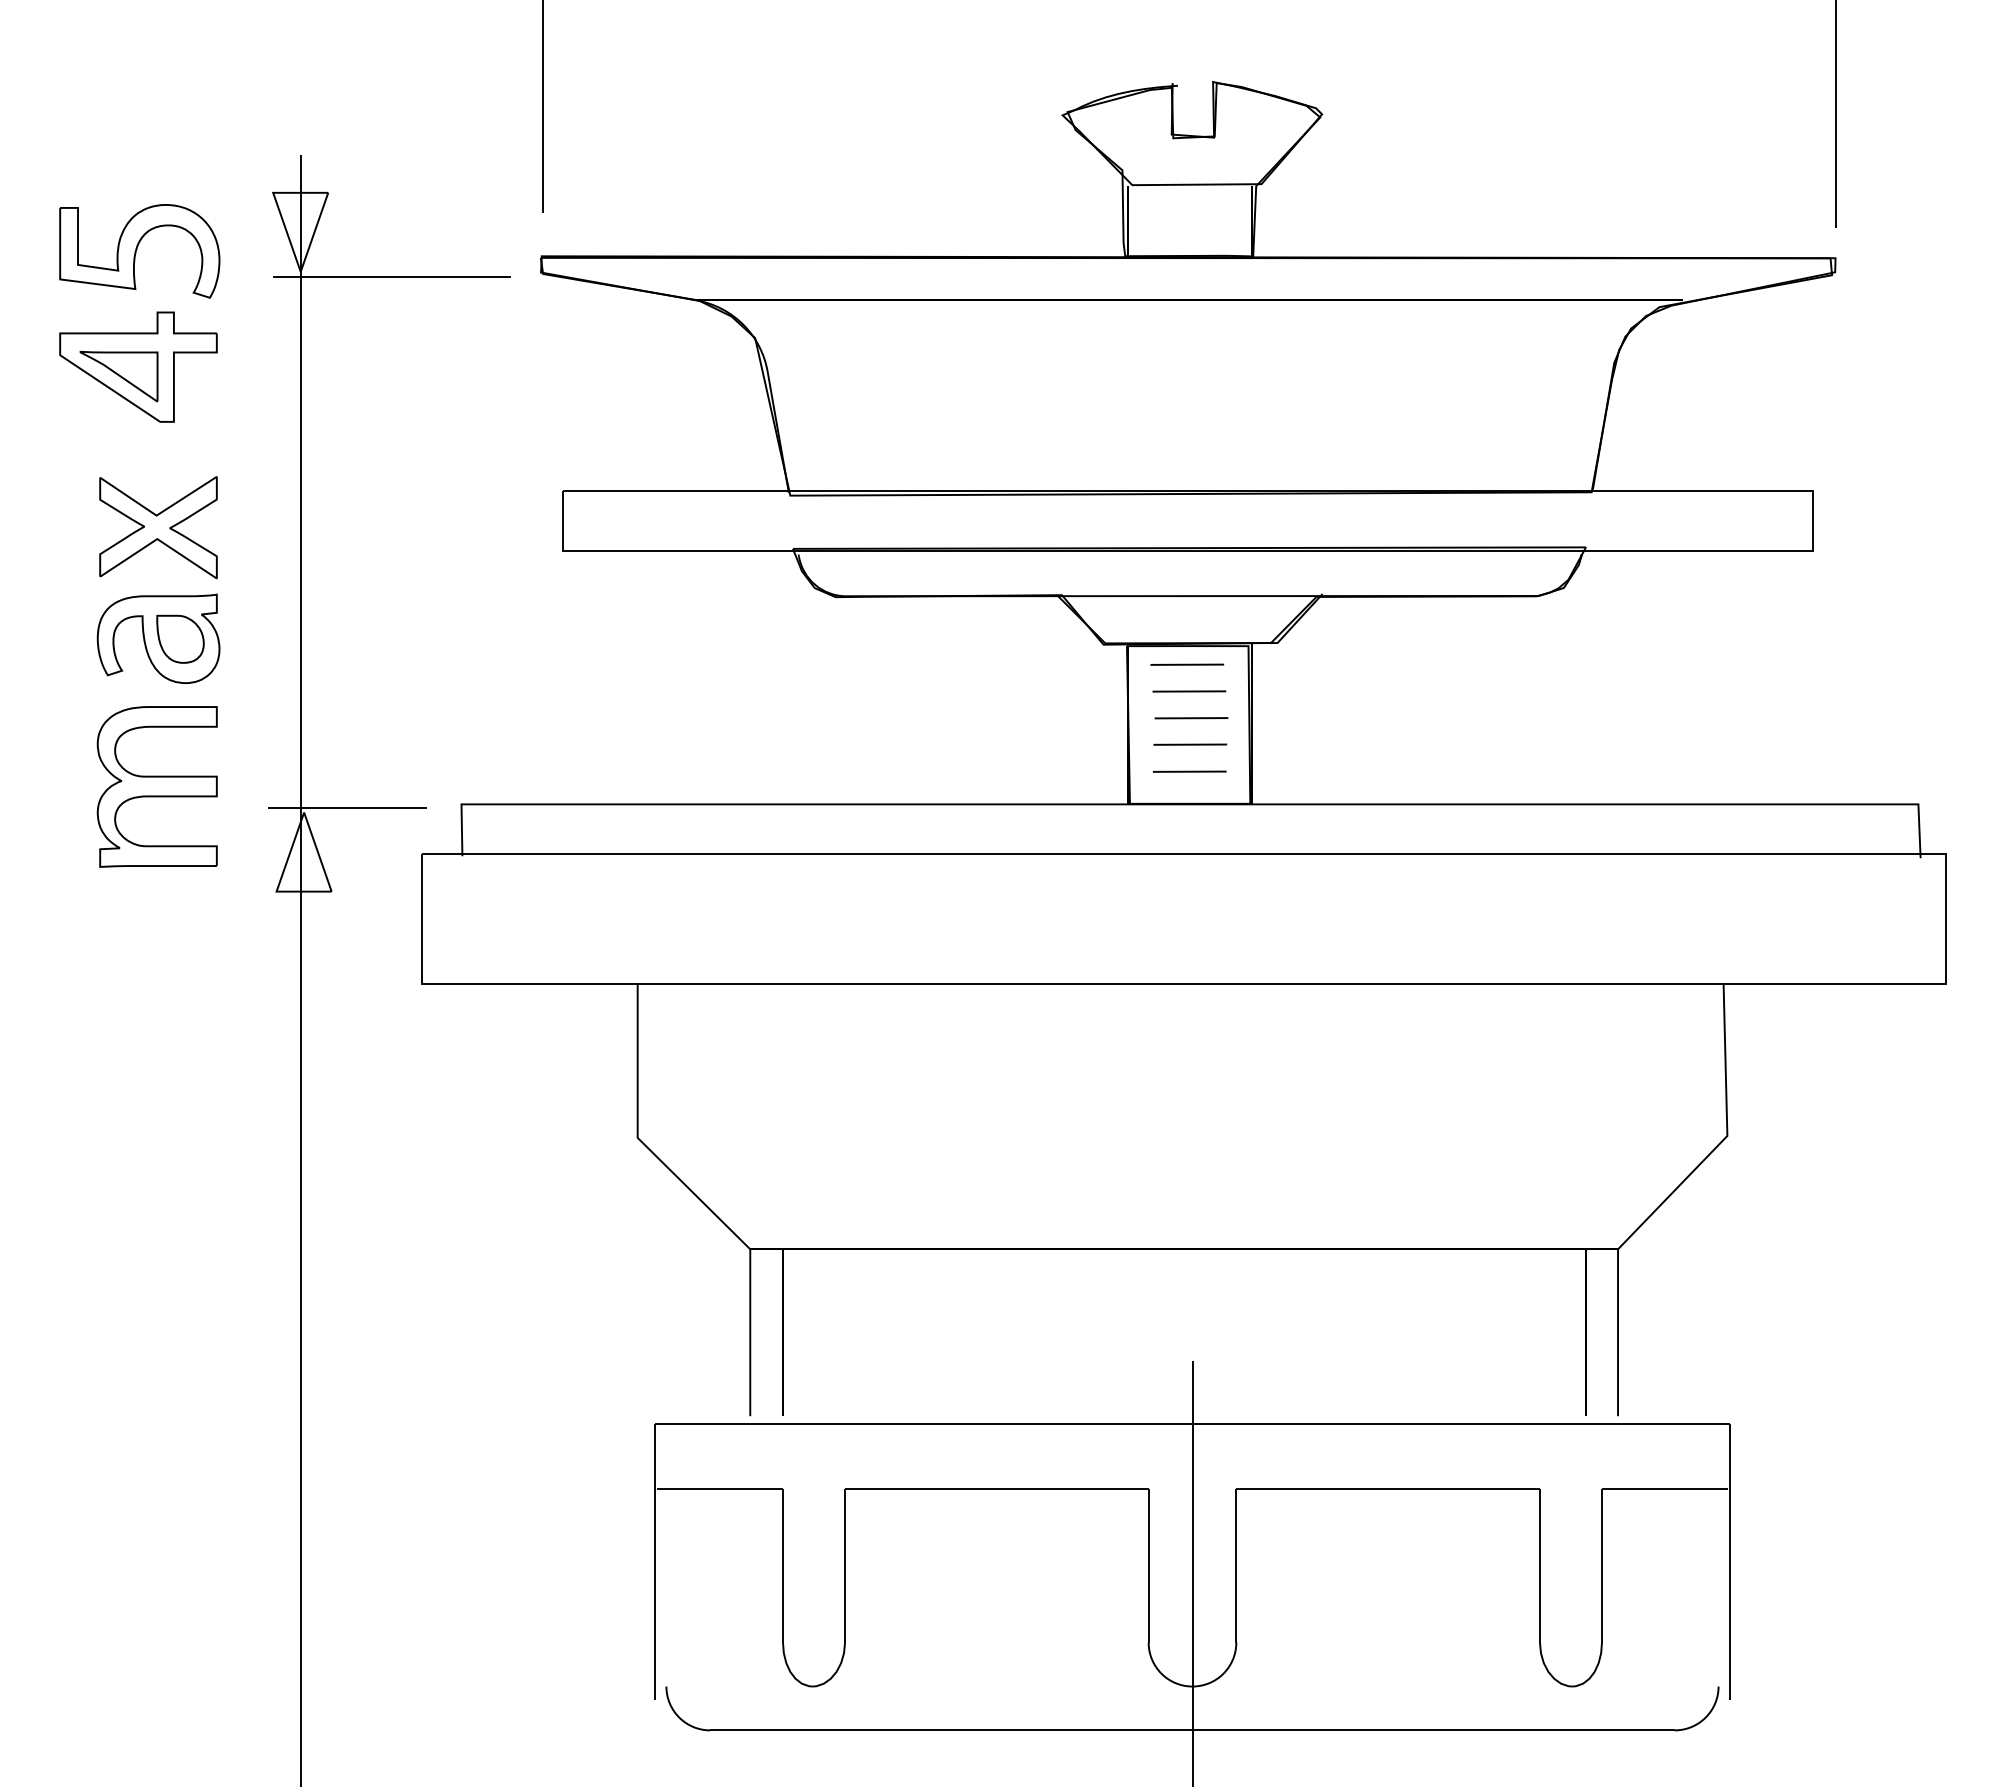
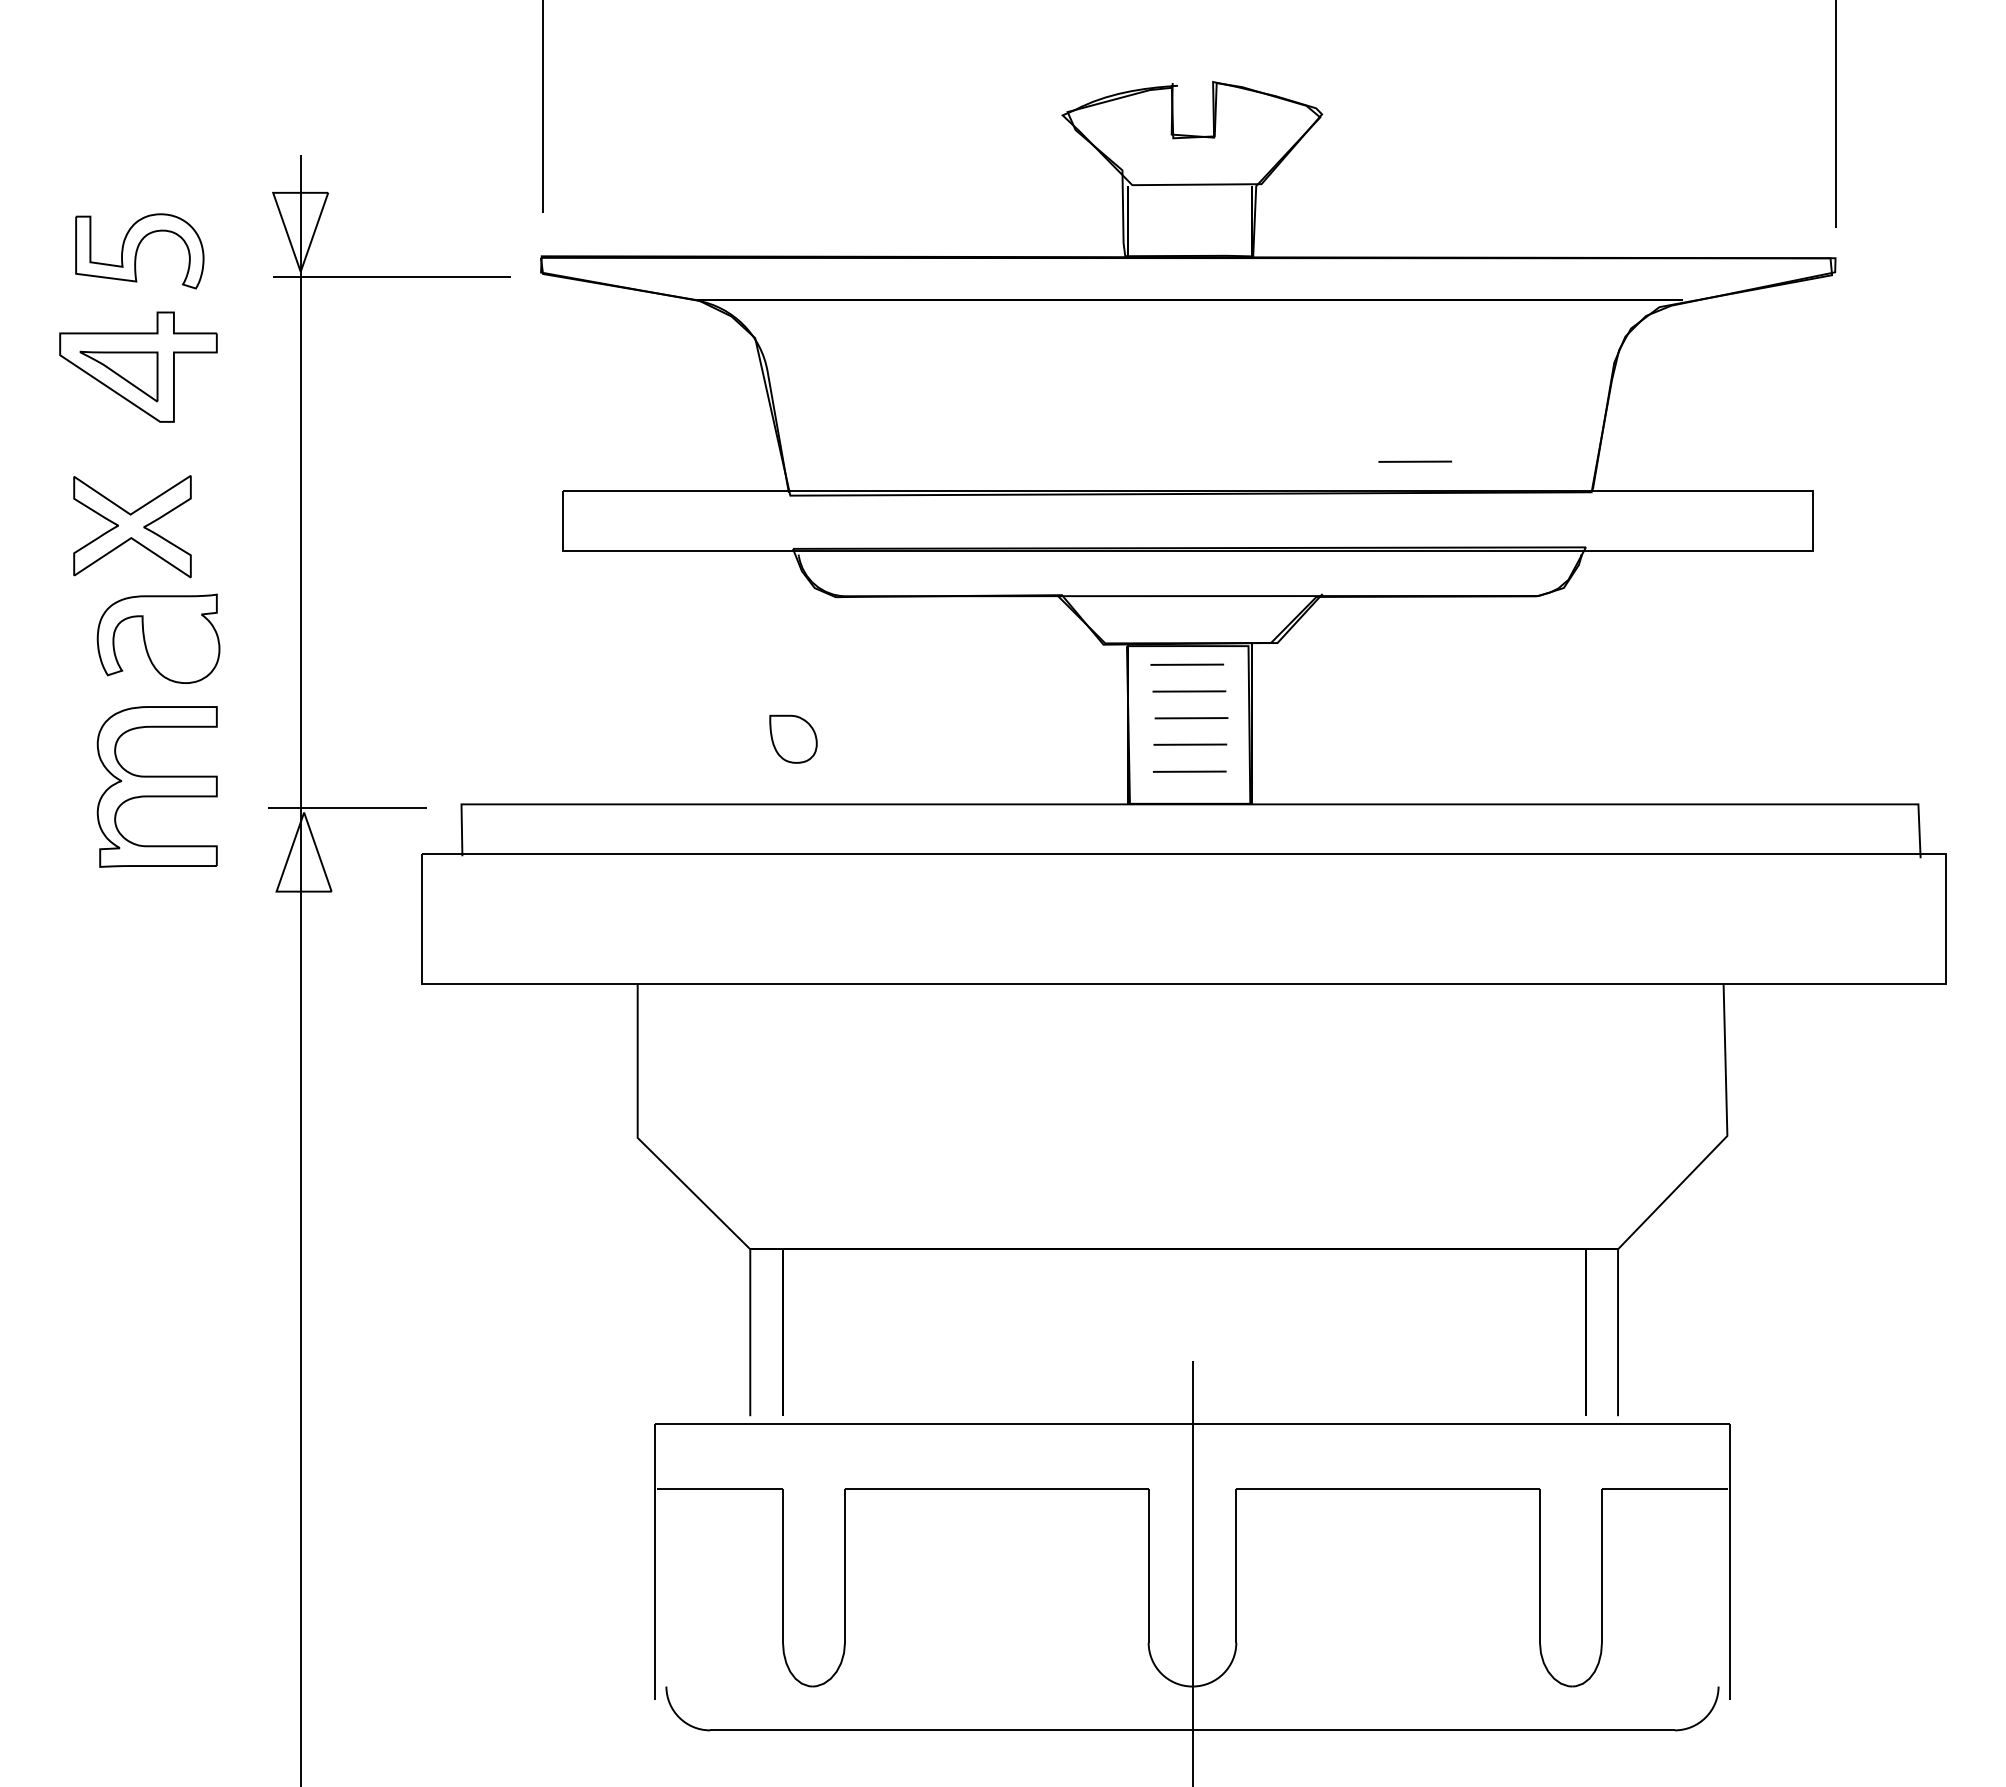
part at (139, 251) size: 162x95 px -> 130x77 px
line at (1415, 461): none -> present
part at (158, 527) position: (158, 527) -> (132, 526)
part at (180, 638) position: (180, 638) -> (793, 738)
